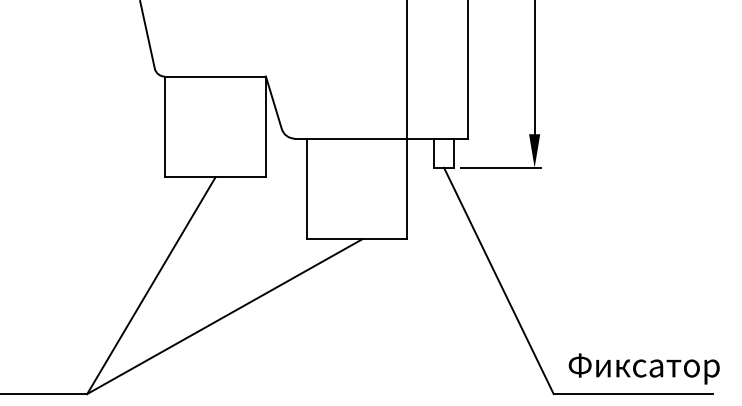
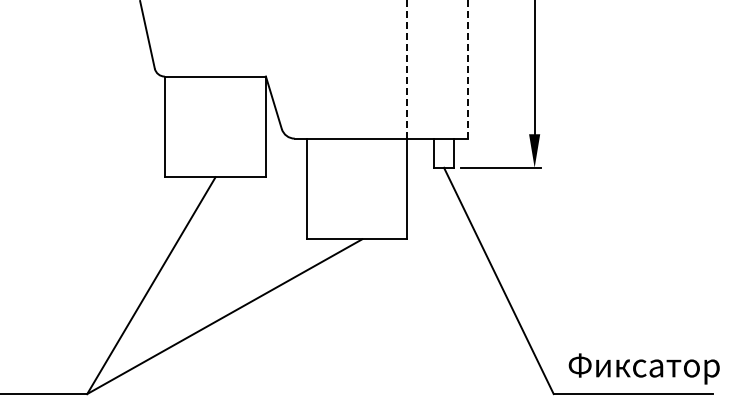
line at (407, 69): solid -> dashed
line at (467, 69): solid -> dashed
